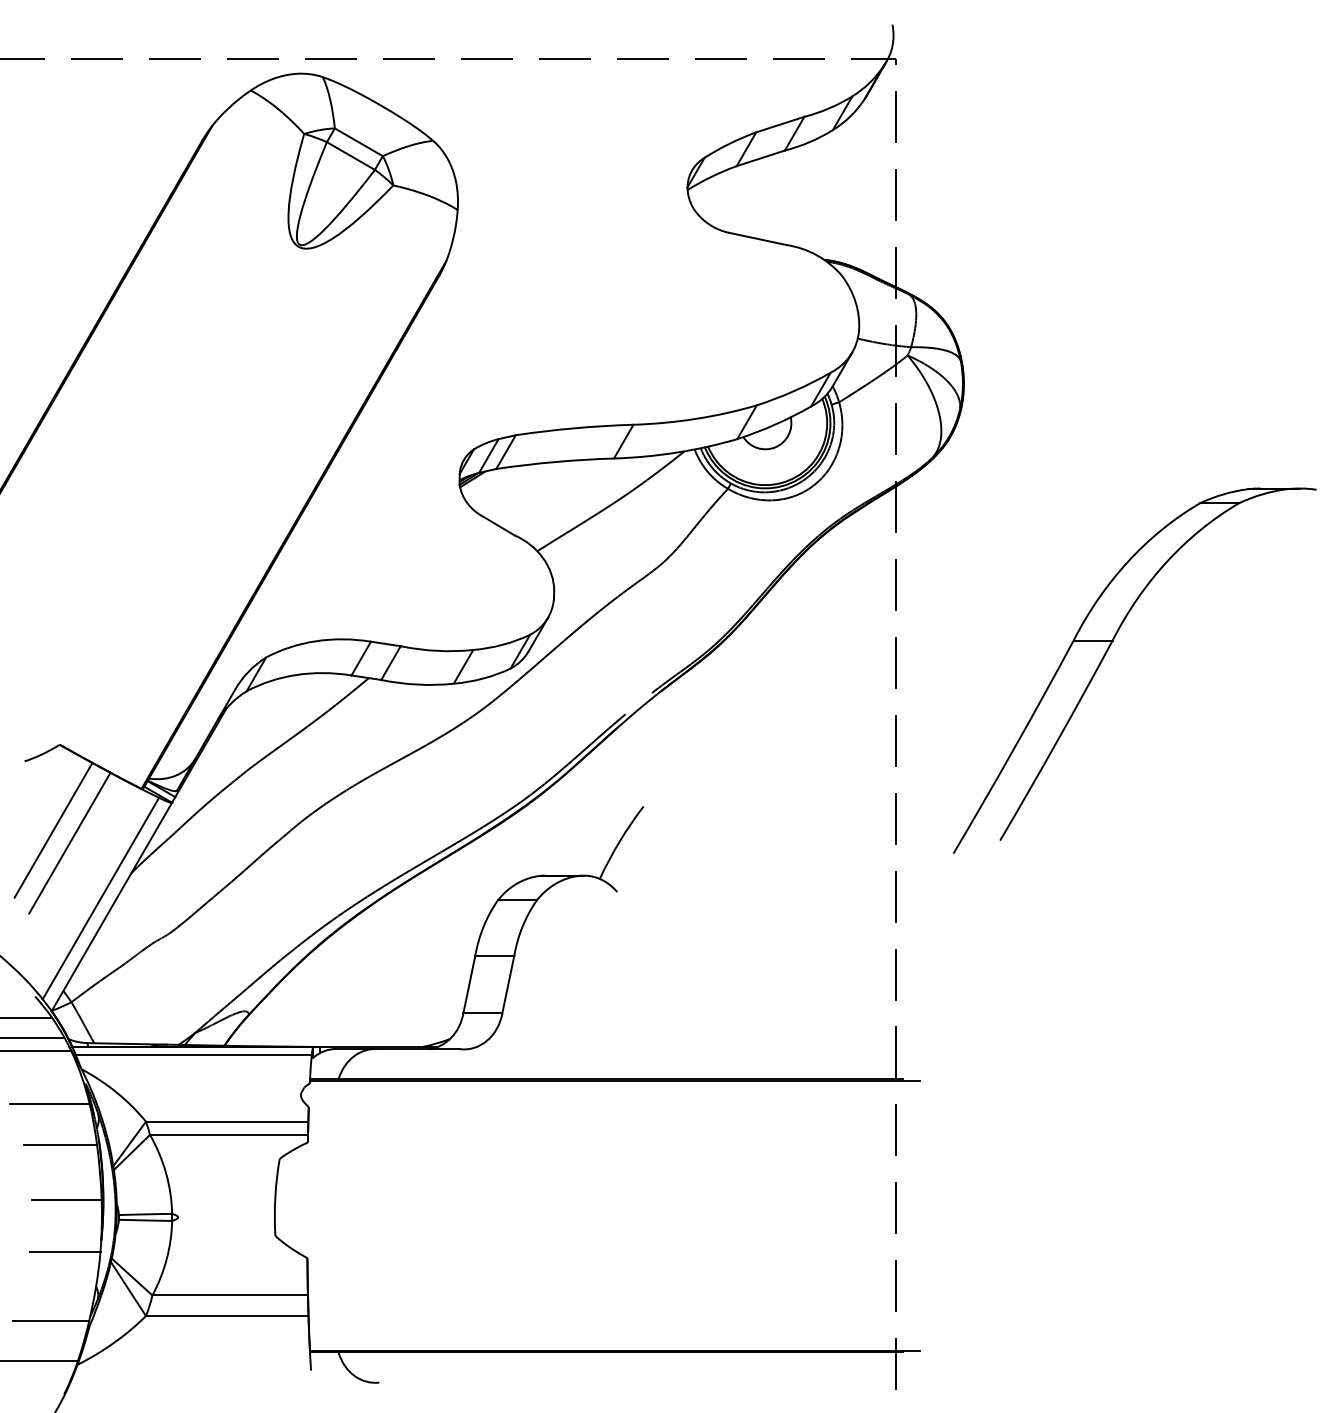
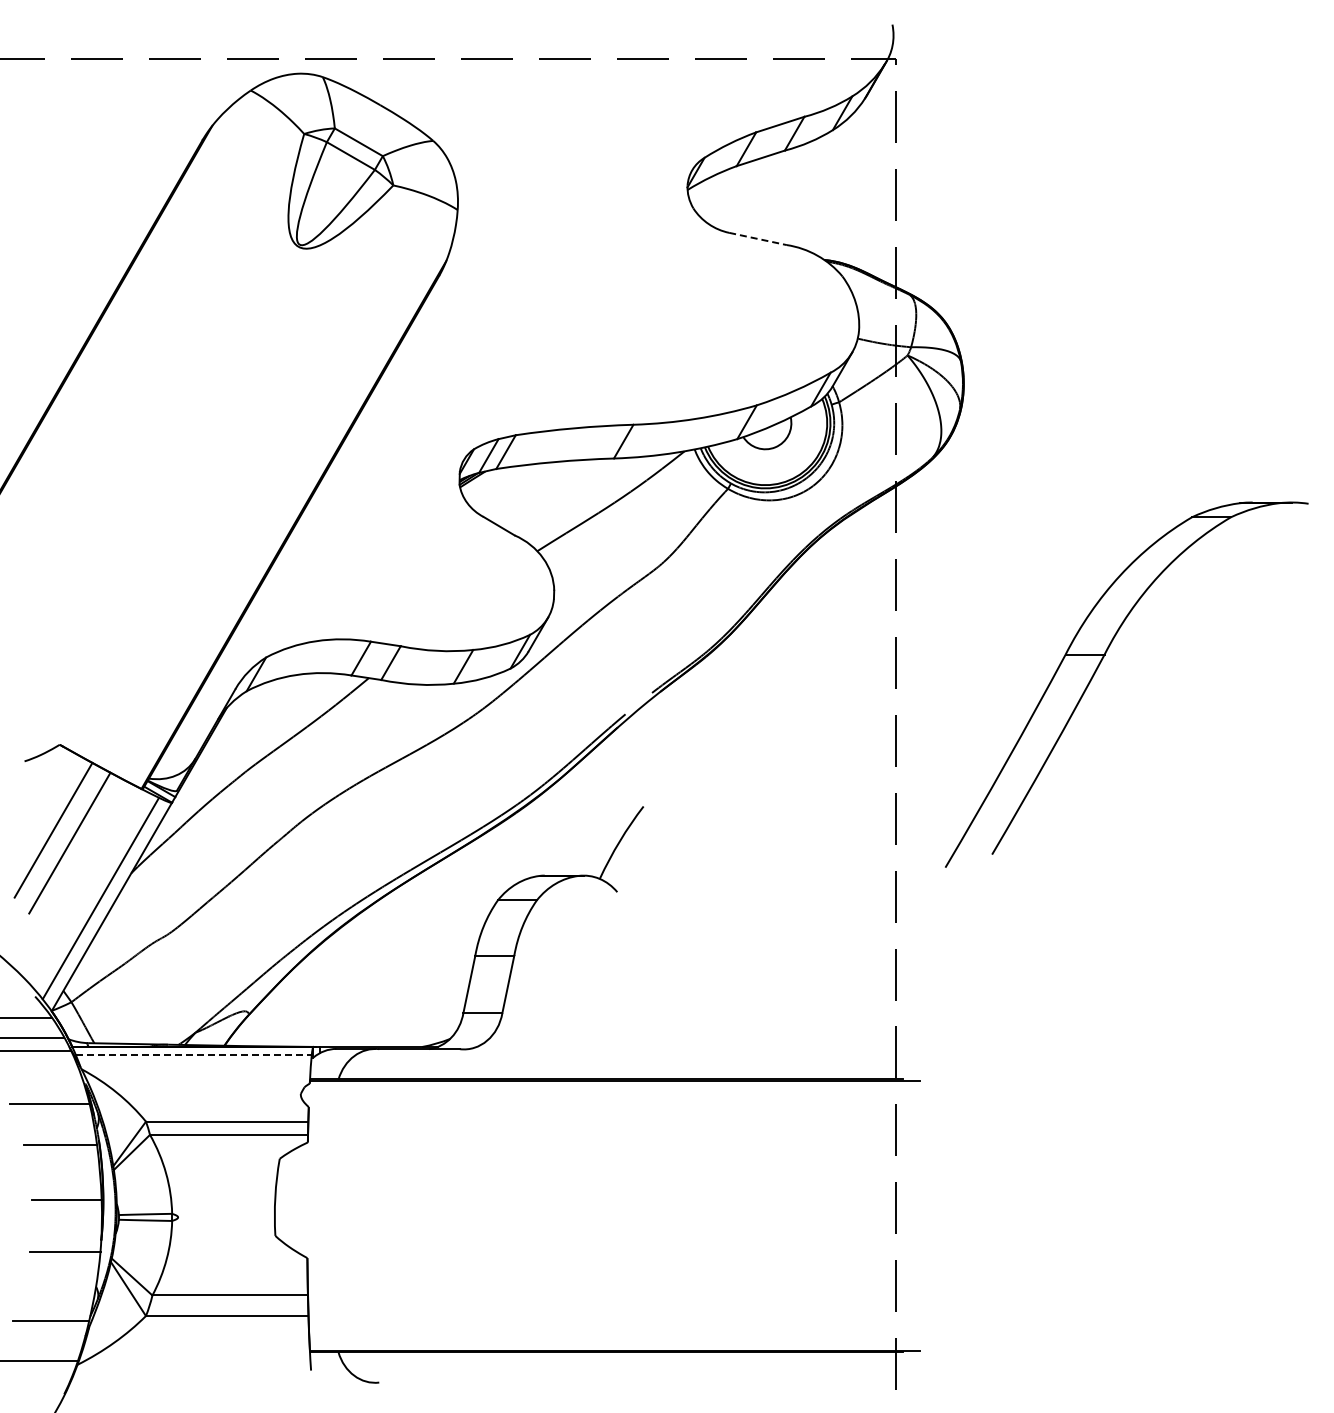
line at (758, 239): solid -> dashed
part at (1105, 656) position: (1105, 656) -> (1097, 670)
line at (193, 1054): solid -> dashed
